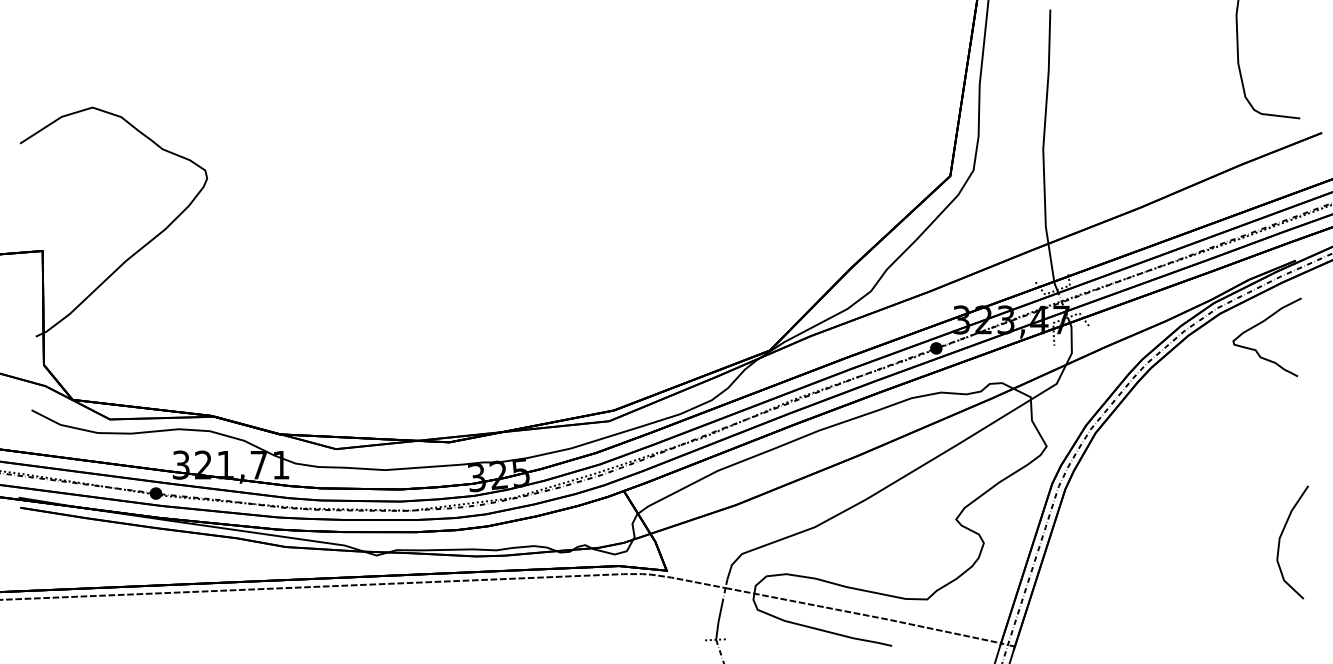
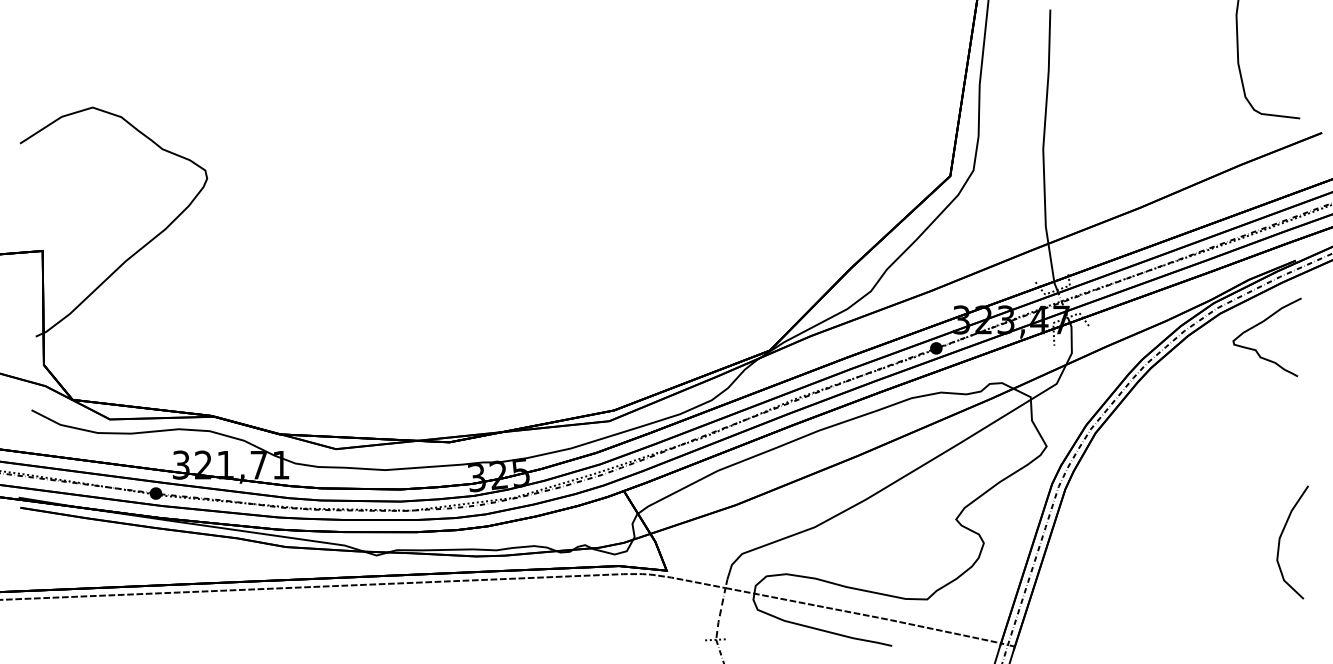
line at (719, 619): solid -> dashed
